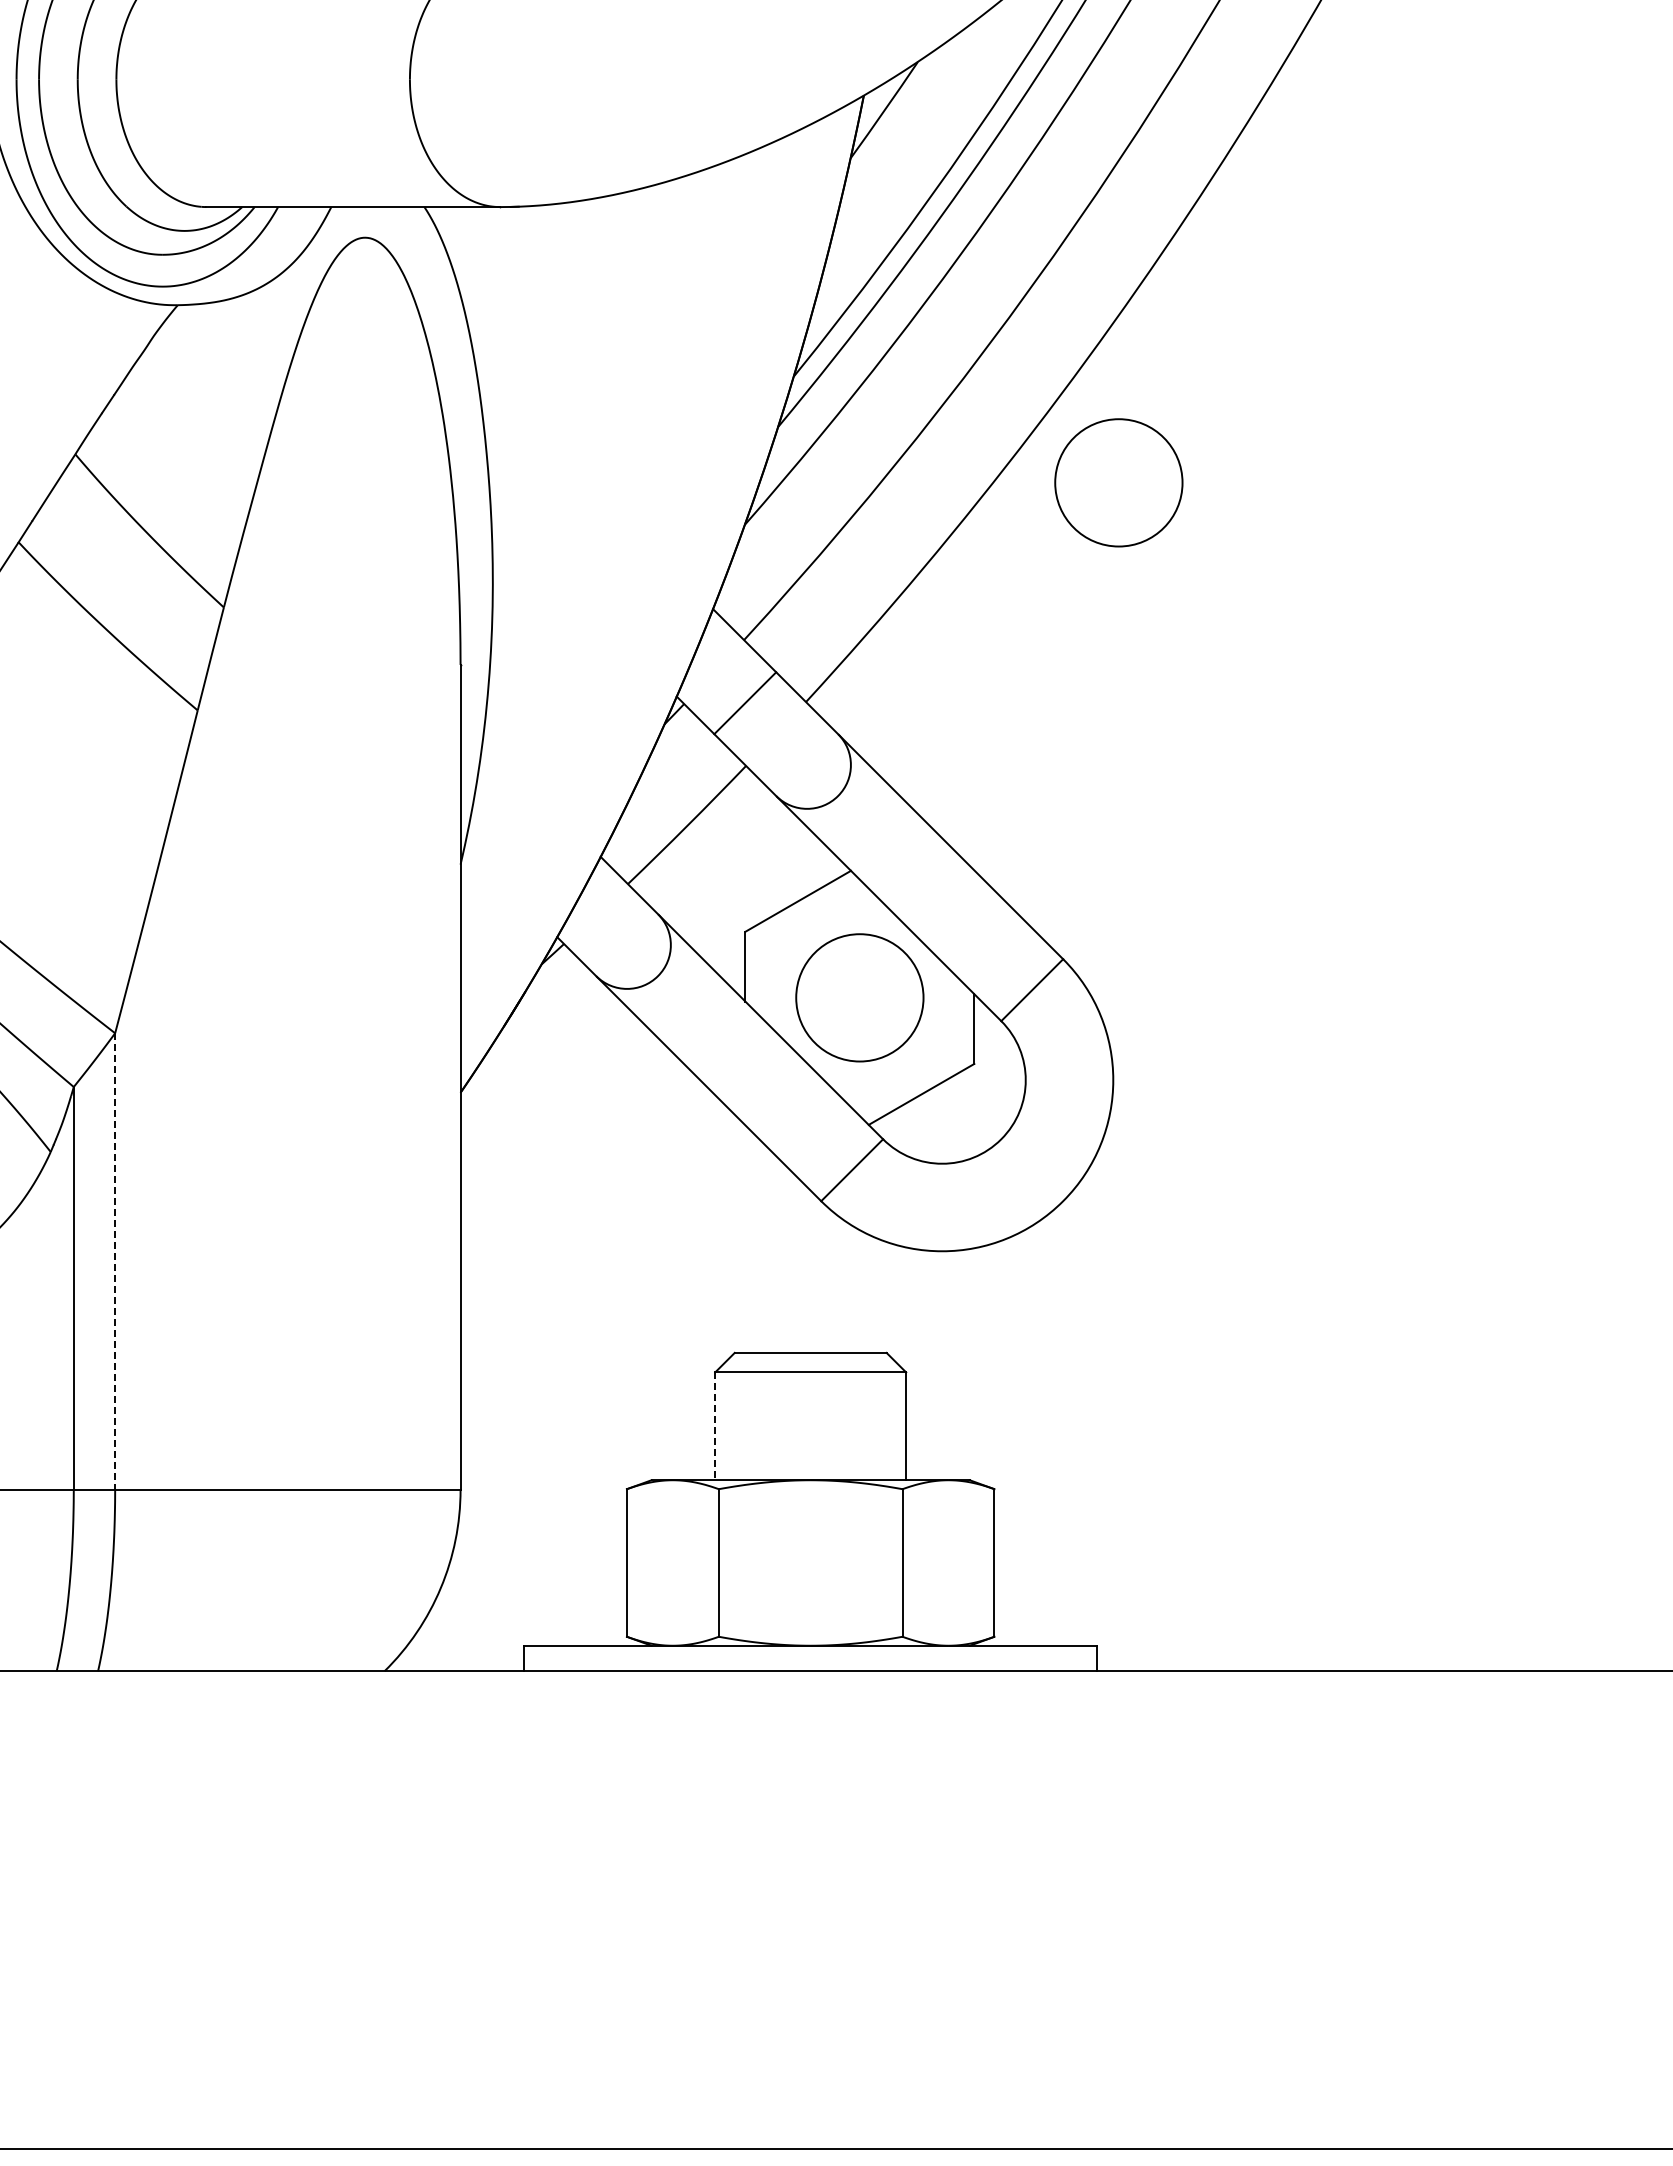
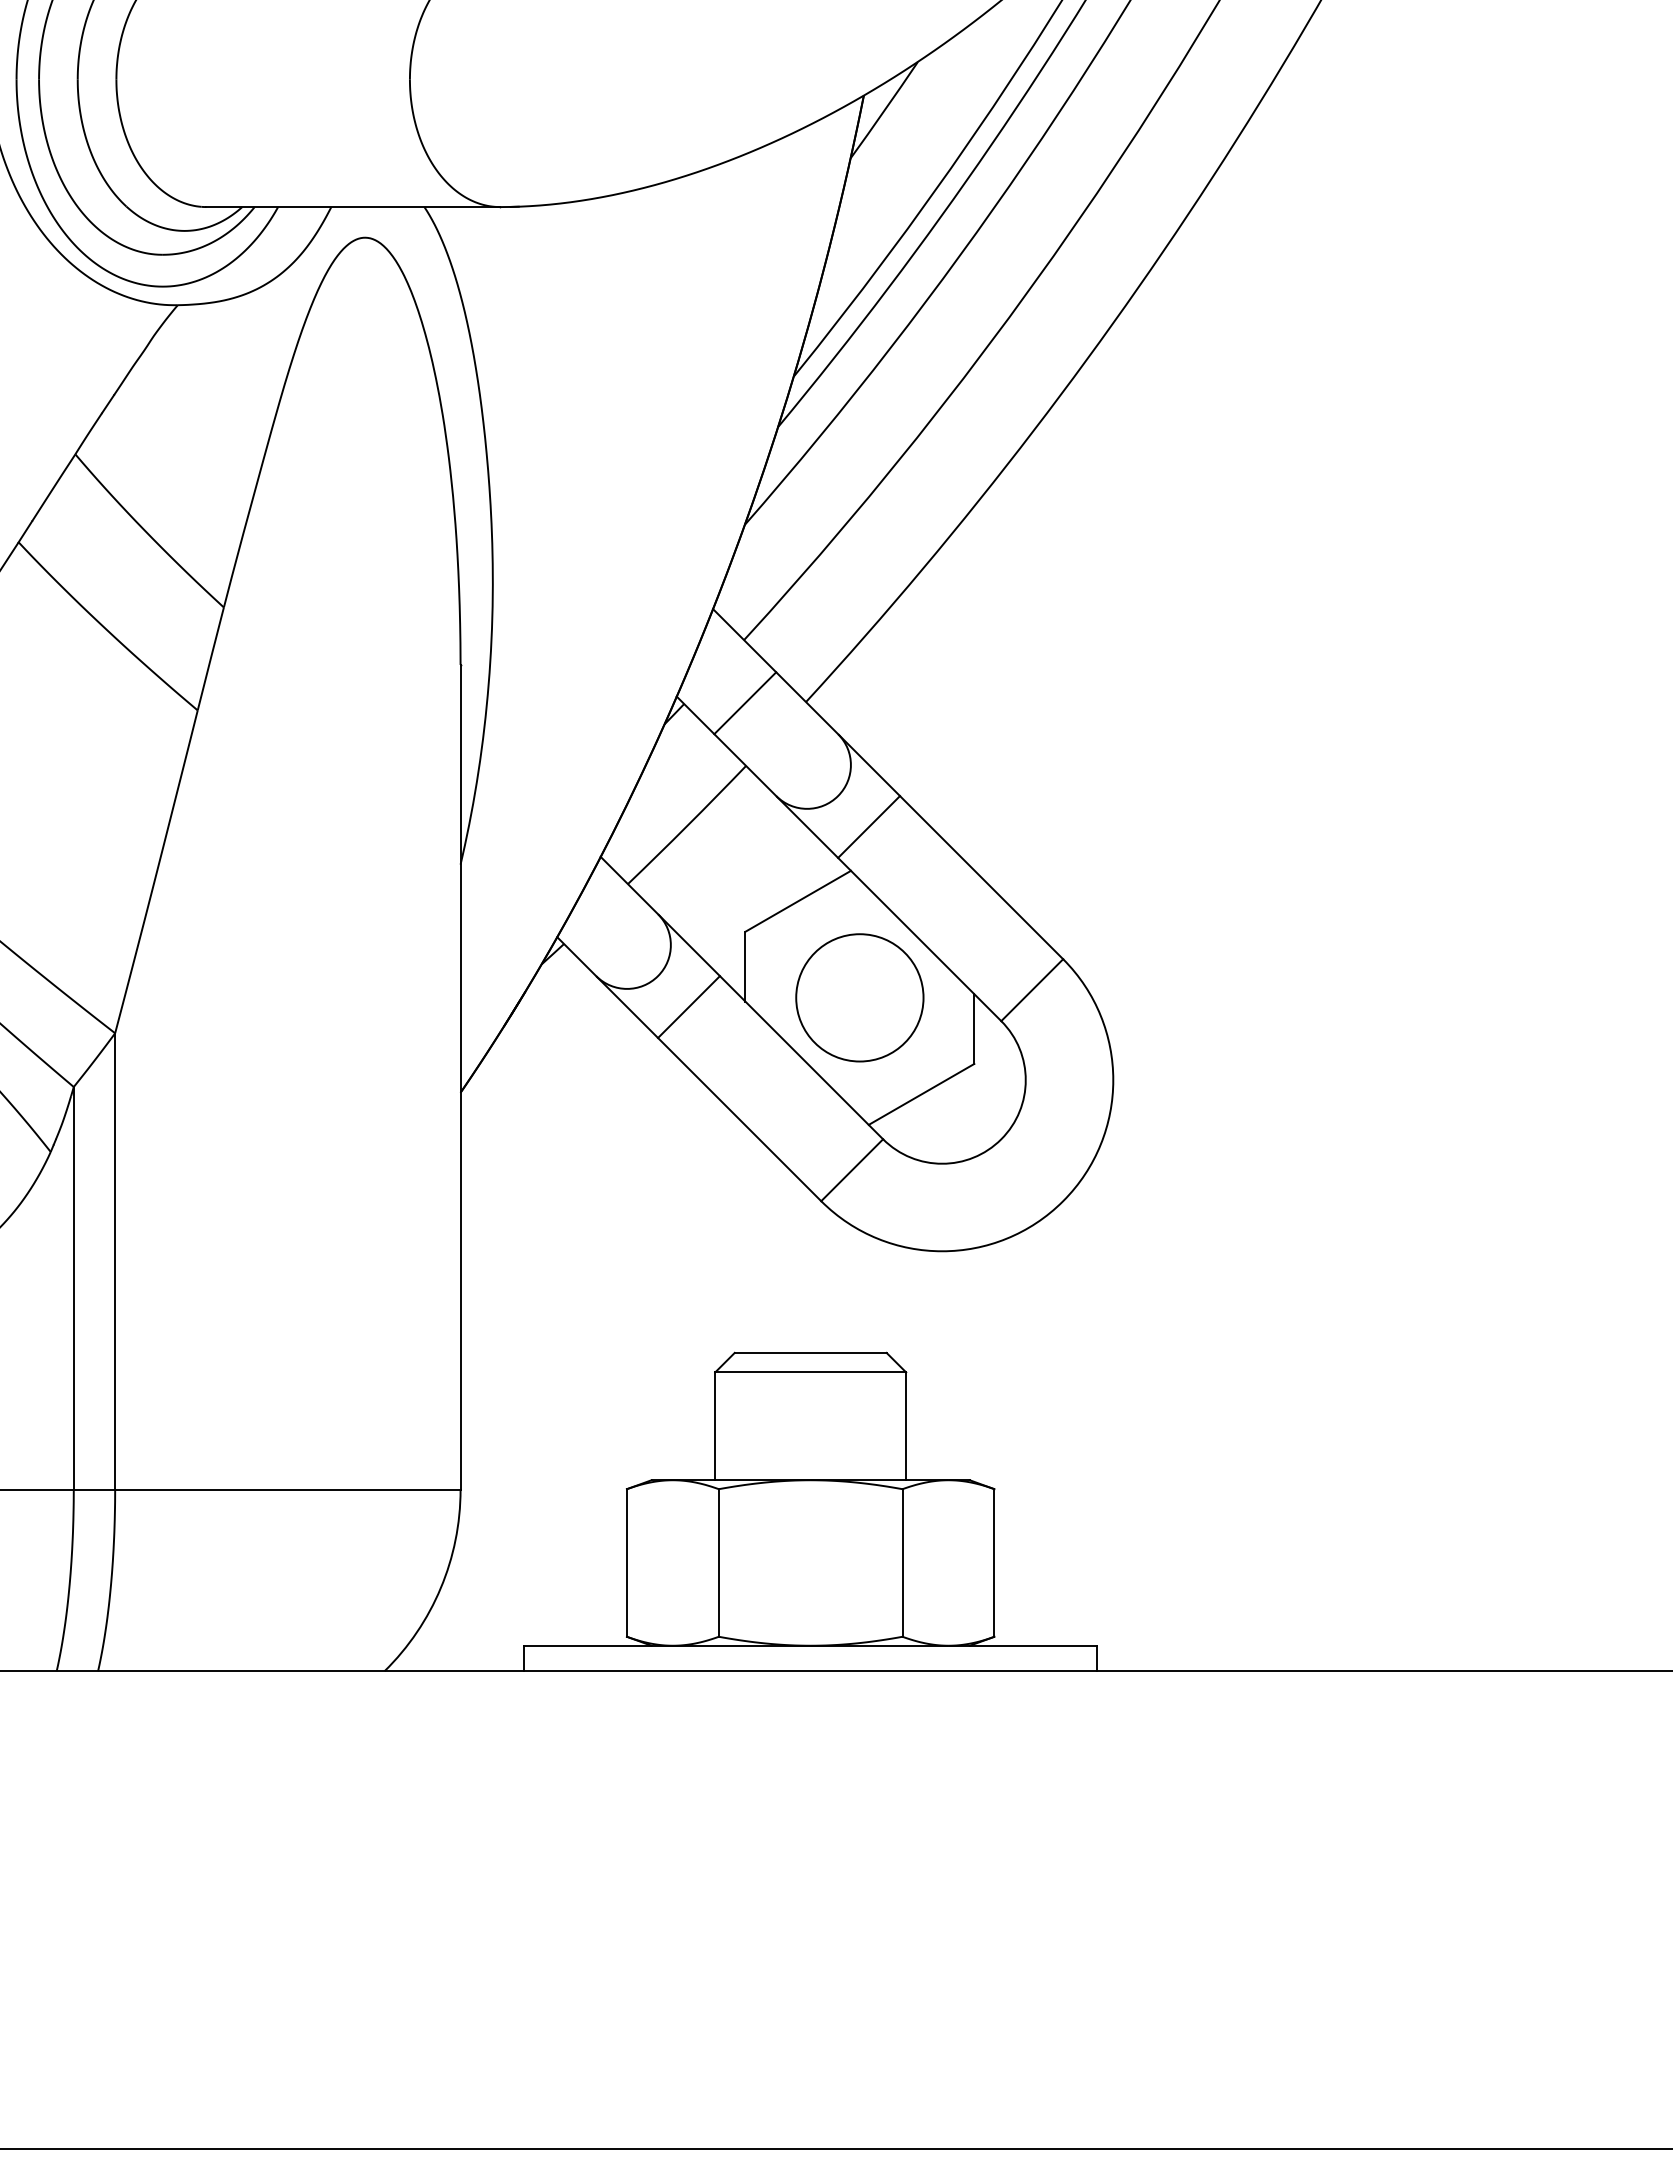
circle at (1118, 482): present -> none
line at (869, 826): none -> present
line at (688, 1007): none -> present
line at (115, 1262): dashed -> solid
line at (715, 1426): dashed -> solid
